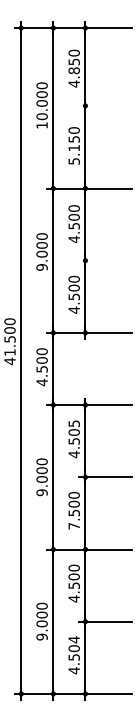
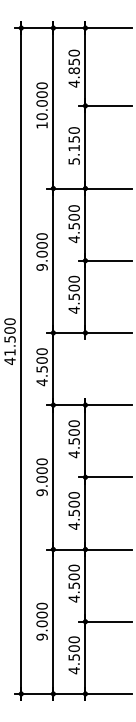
line at (105, 105): none -> present
line at (105, 260): none -> present
text at (73, 423): 4.505 -> 4.500
text at (73, 525): 7.500 -> 4.500
text at (73, 639): 4.504 -> 4.500
